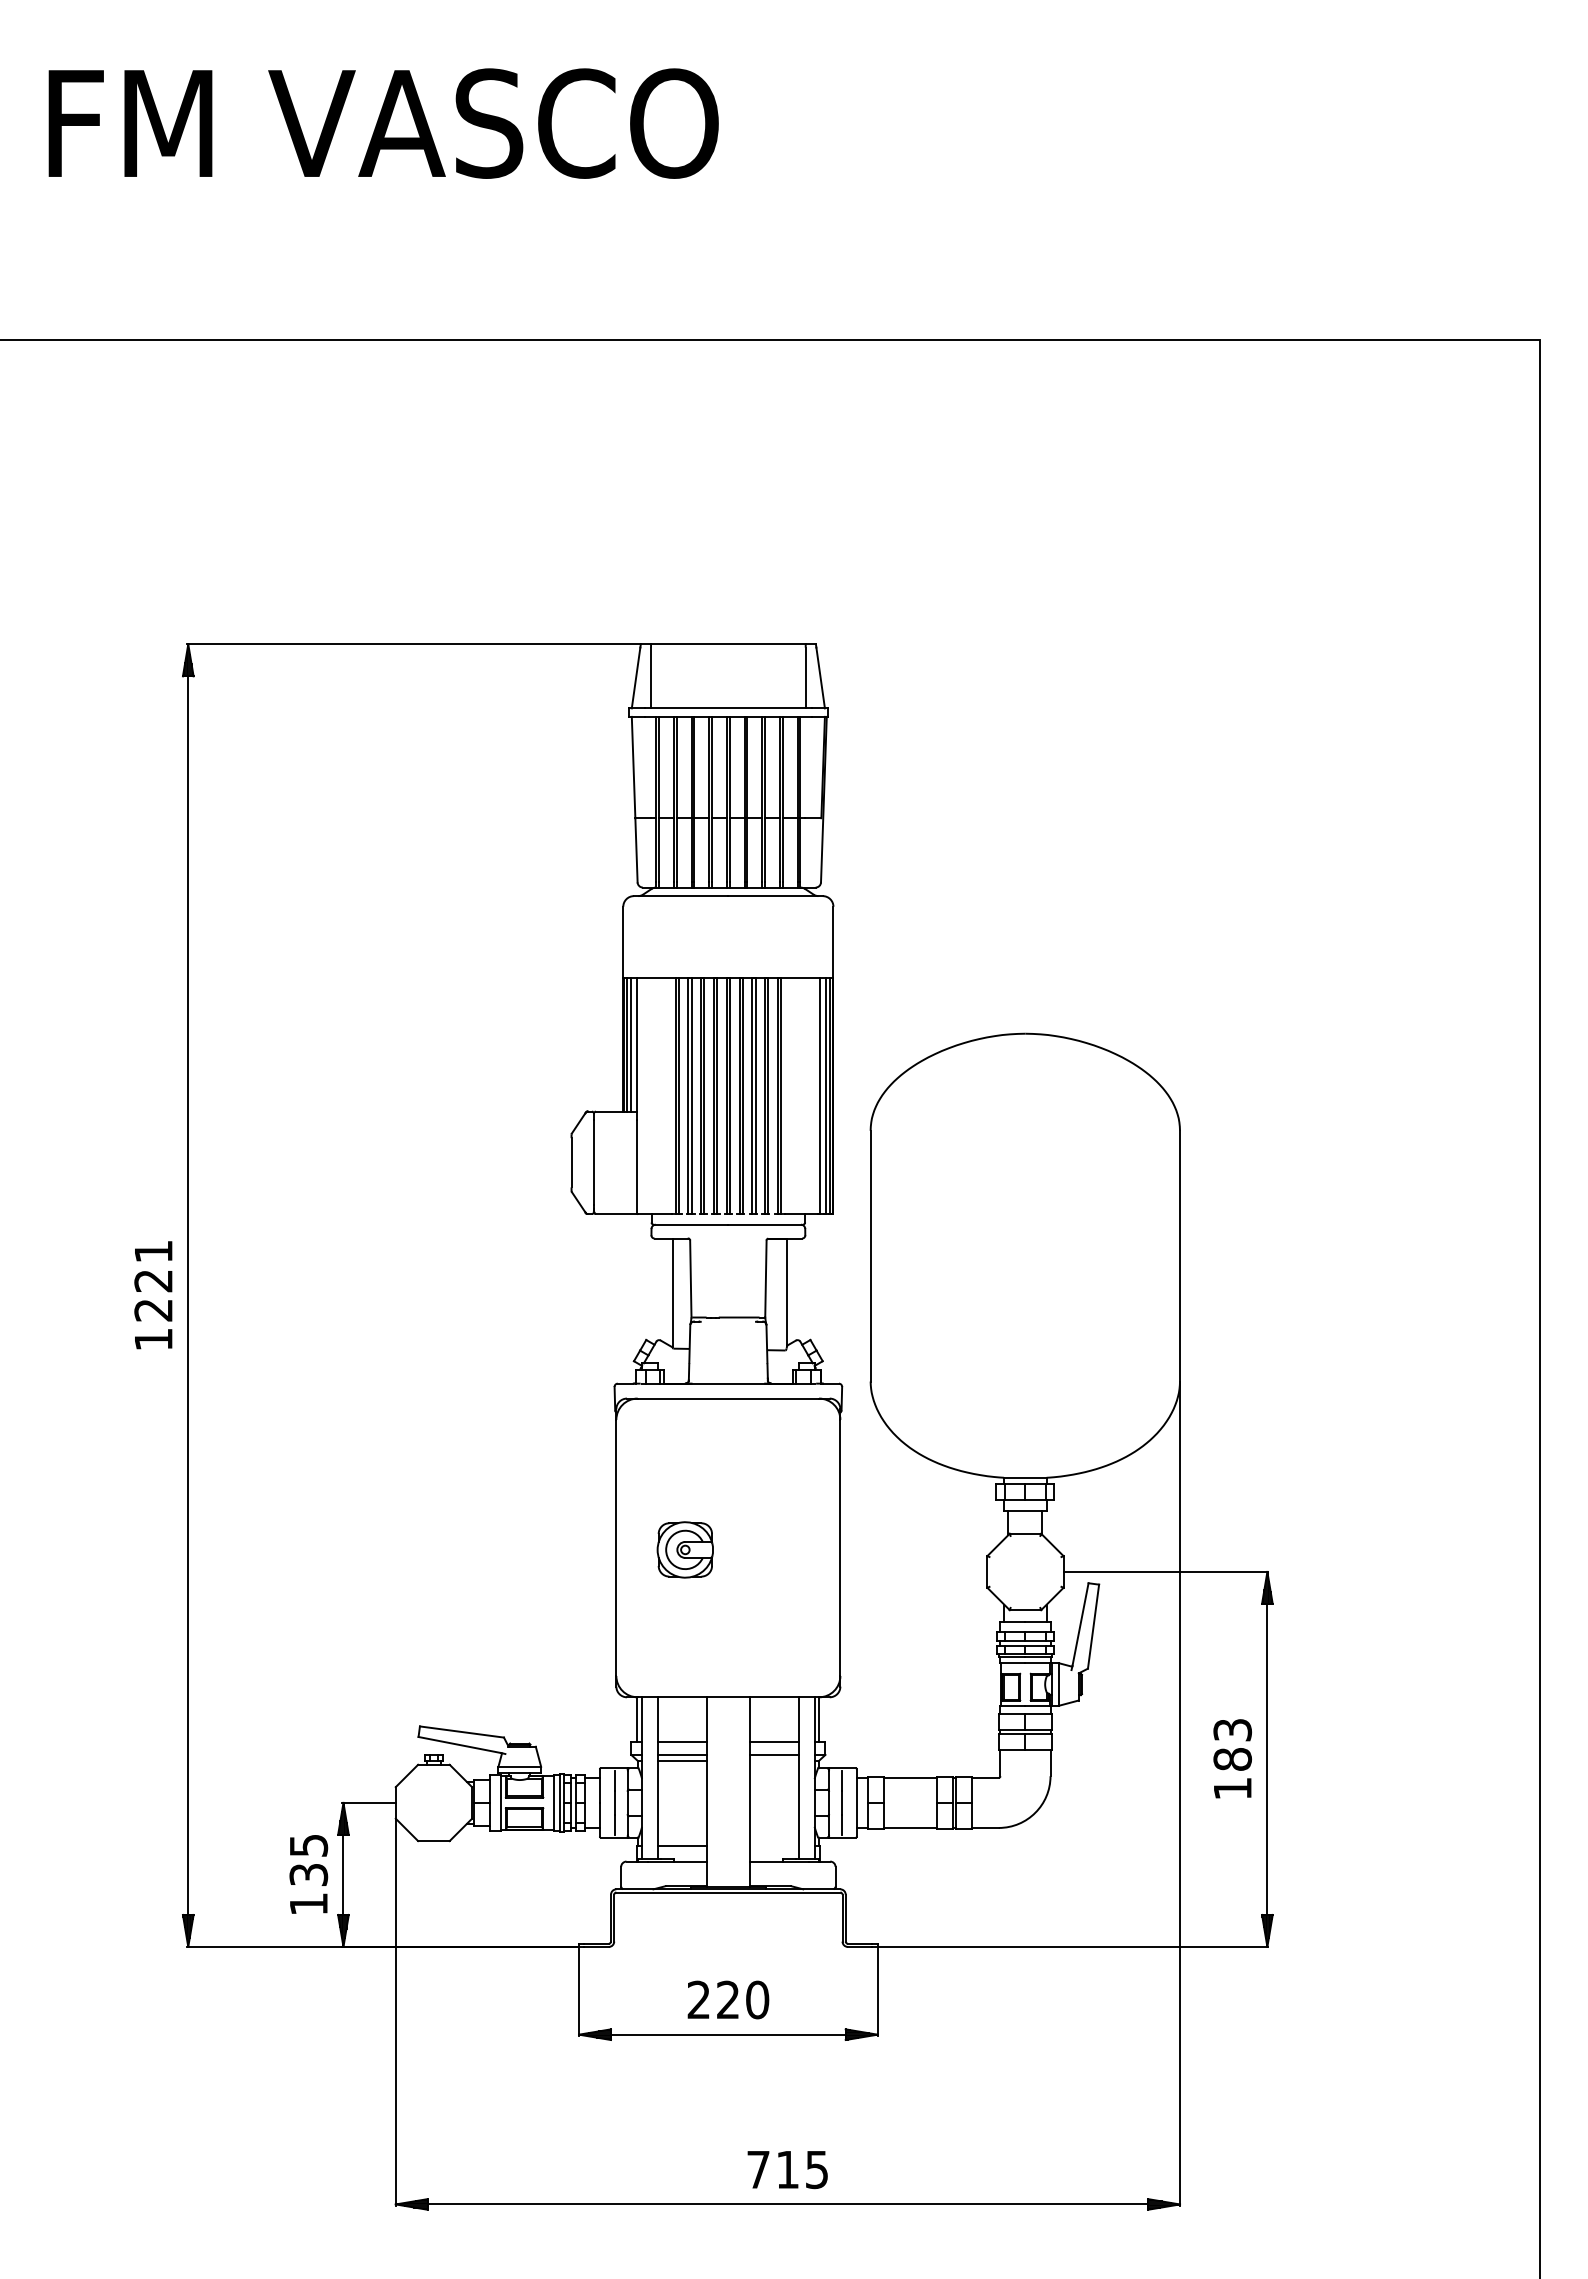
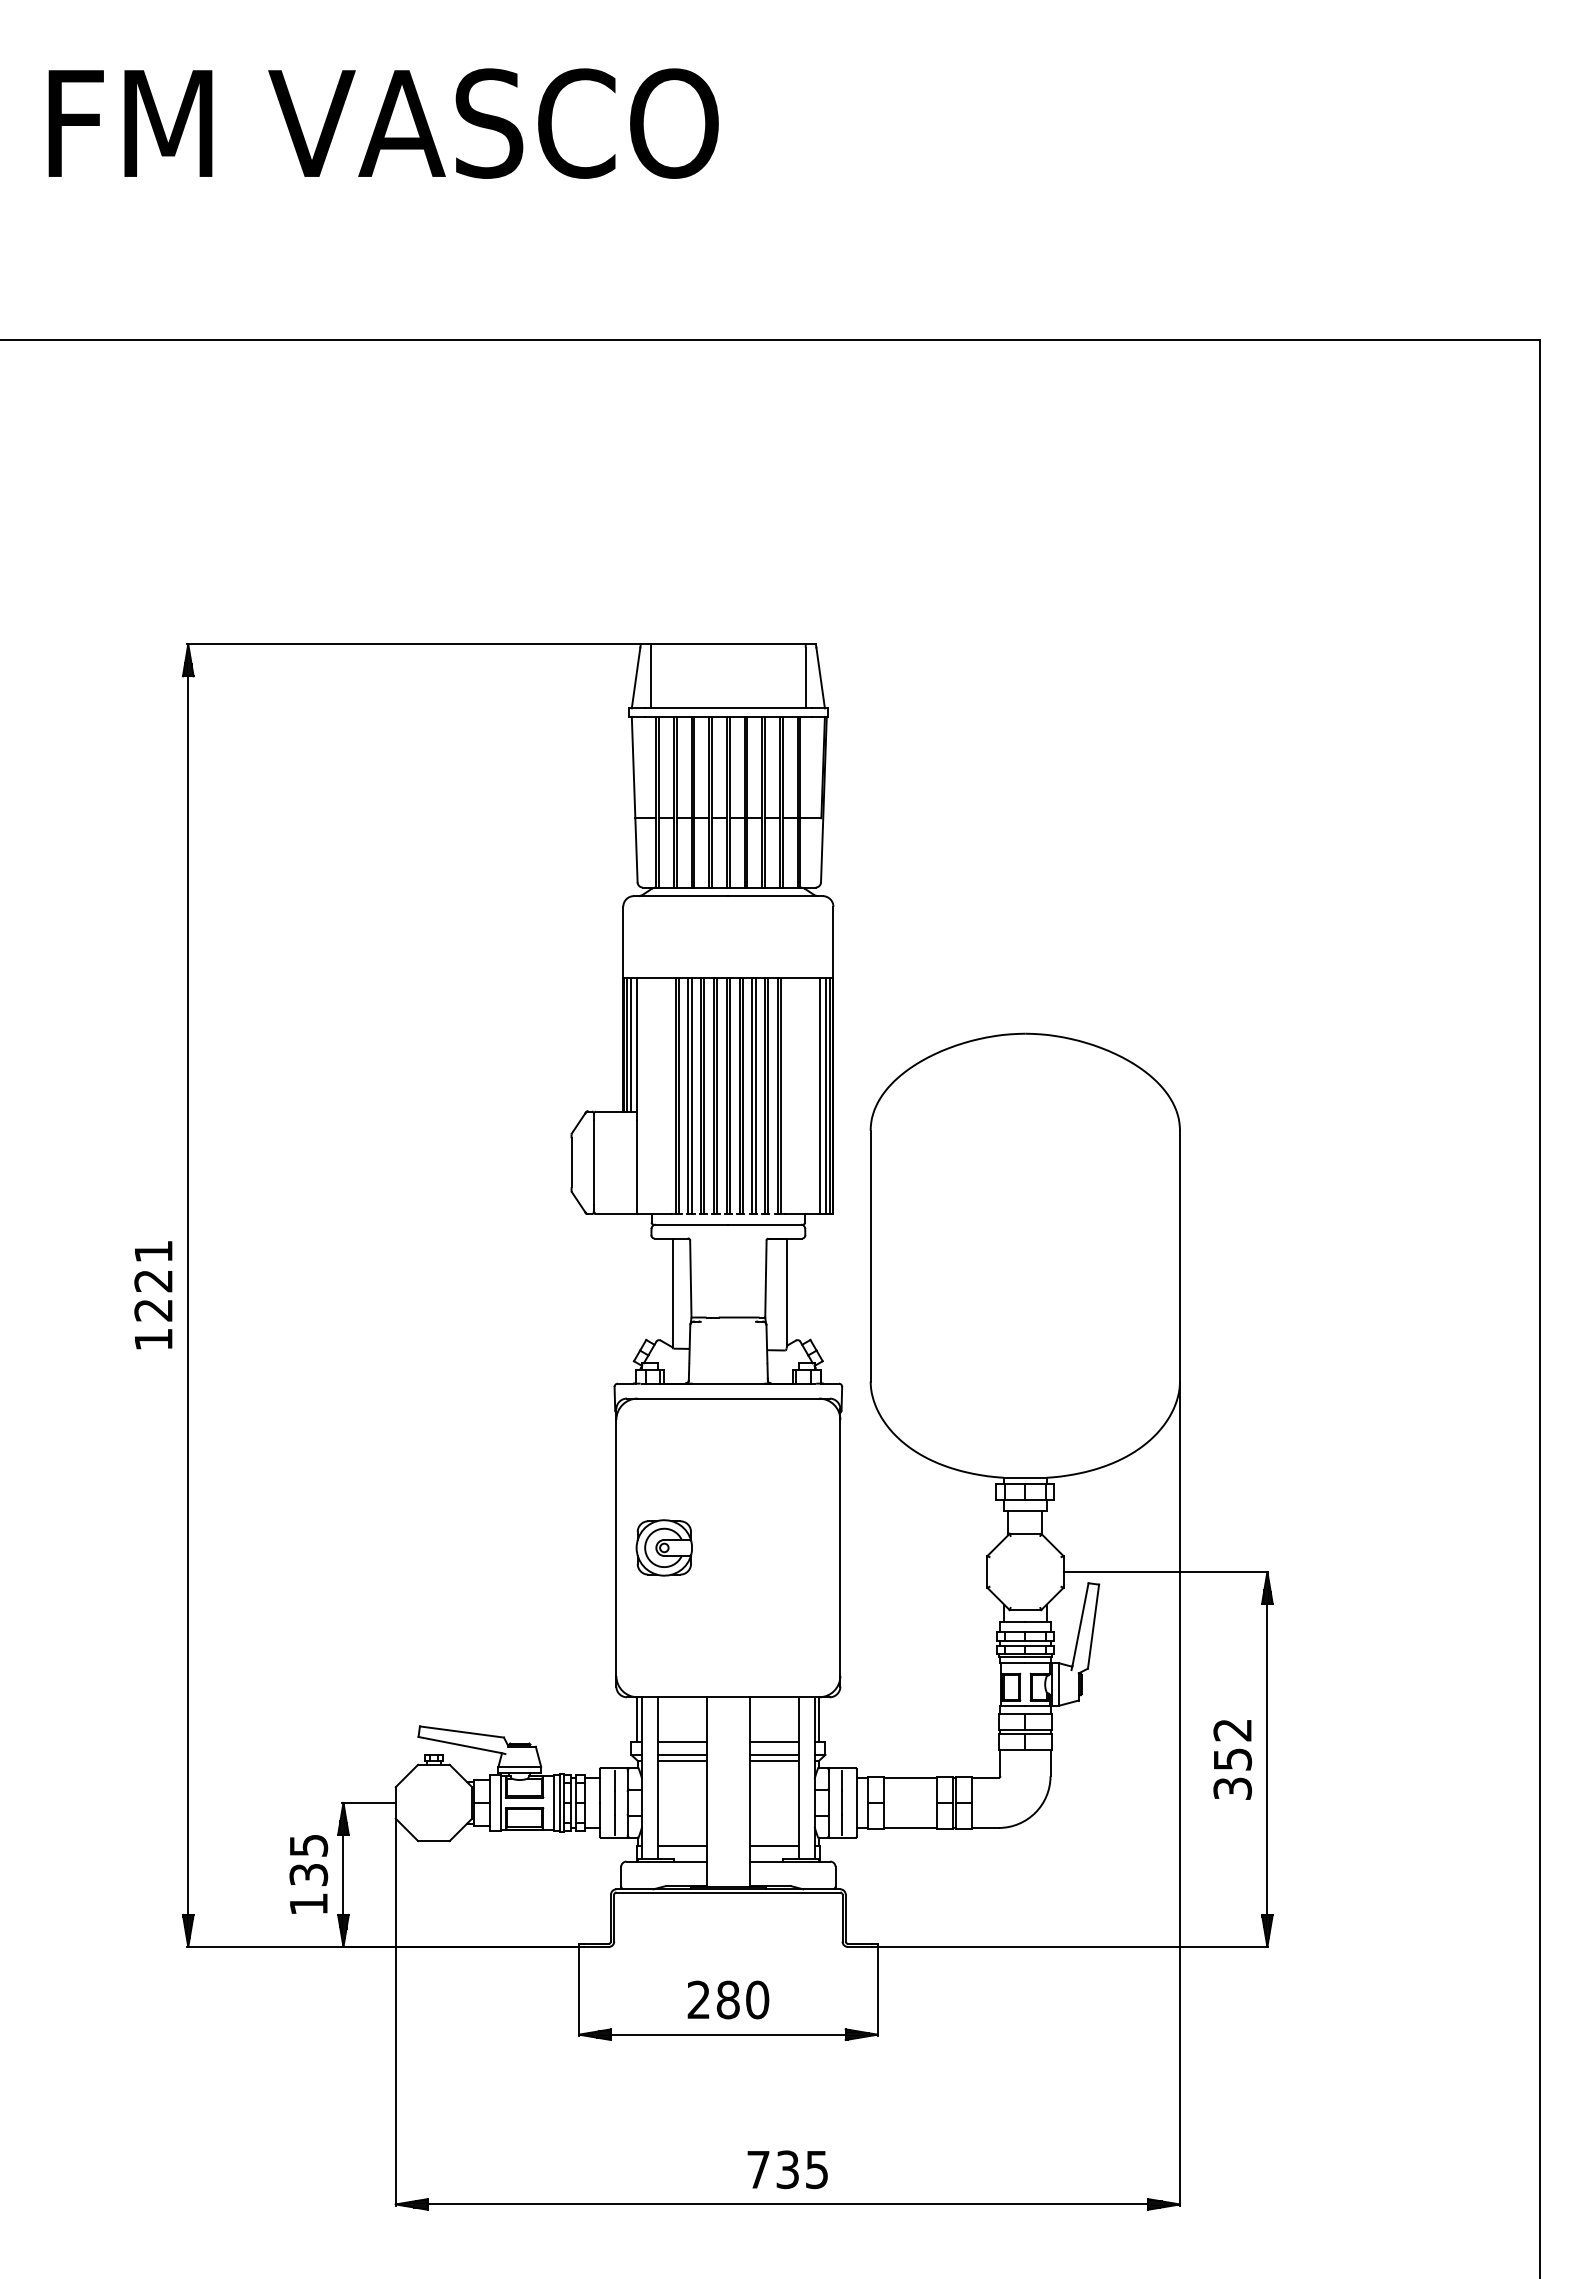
part at (684, 1549) position: (684, 1549) -> (663, 1547)
text at (1232, 1759): 183 -> 352
line at (774, 1761): none -> present
line at (774, 1845): none -> present
text at (727, 1999): 220 -> 280
text at (787, 2169): 715 -> 735
